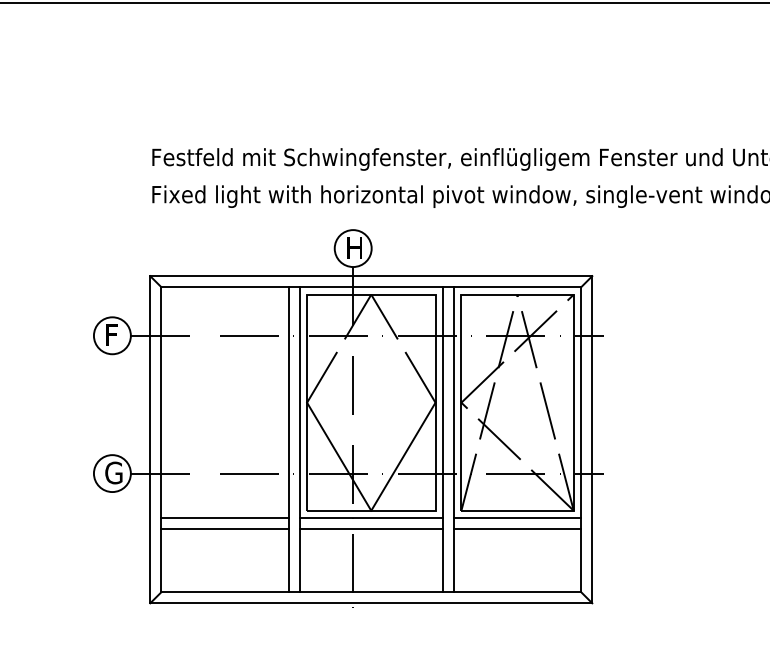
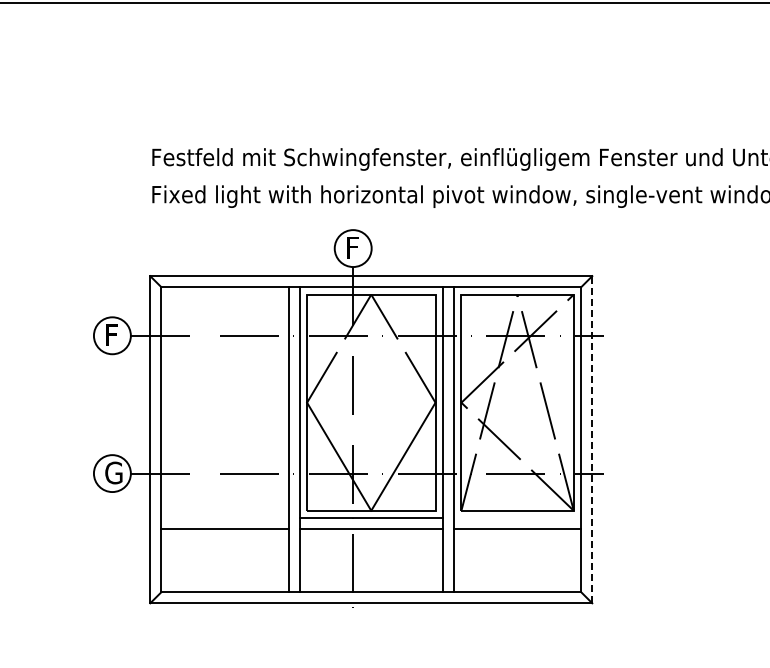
text at (355, 247): H -> F
line at (592, 439): solid -> dashed
line at (224, 518): present -> none
line at (517, 518): present -> none
